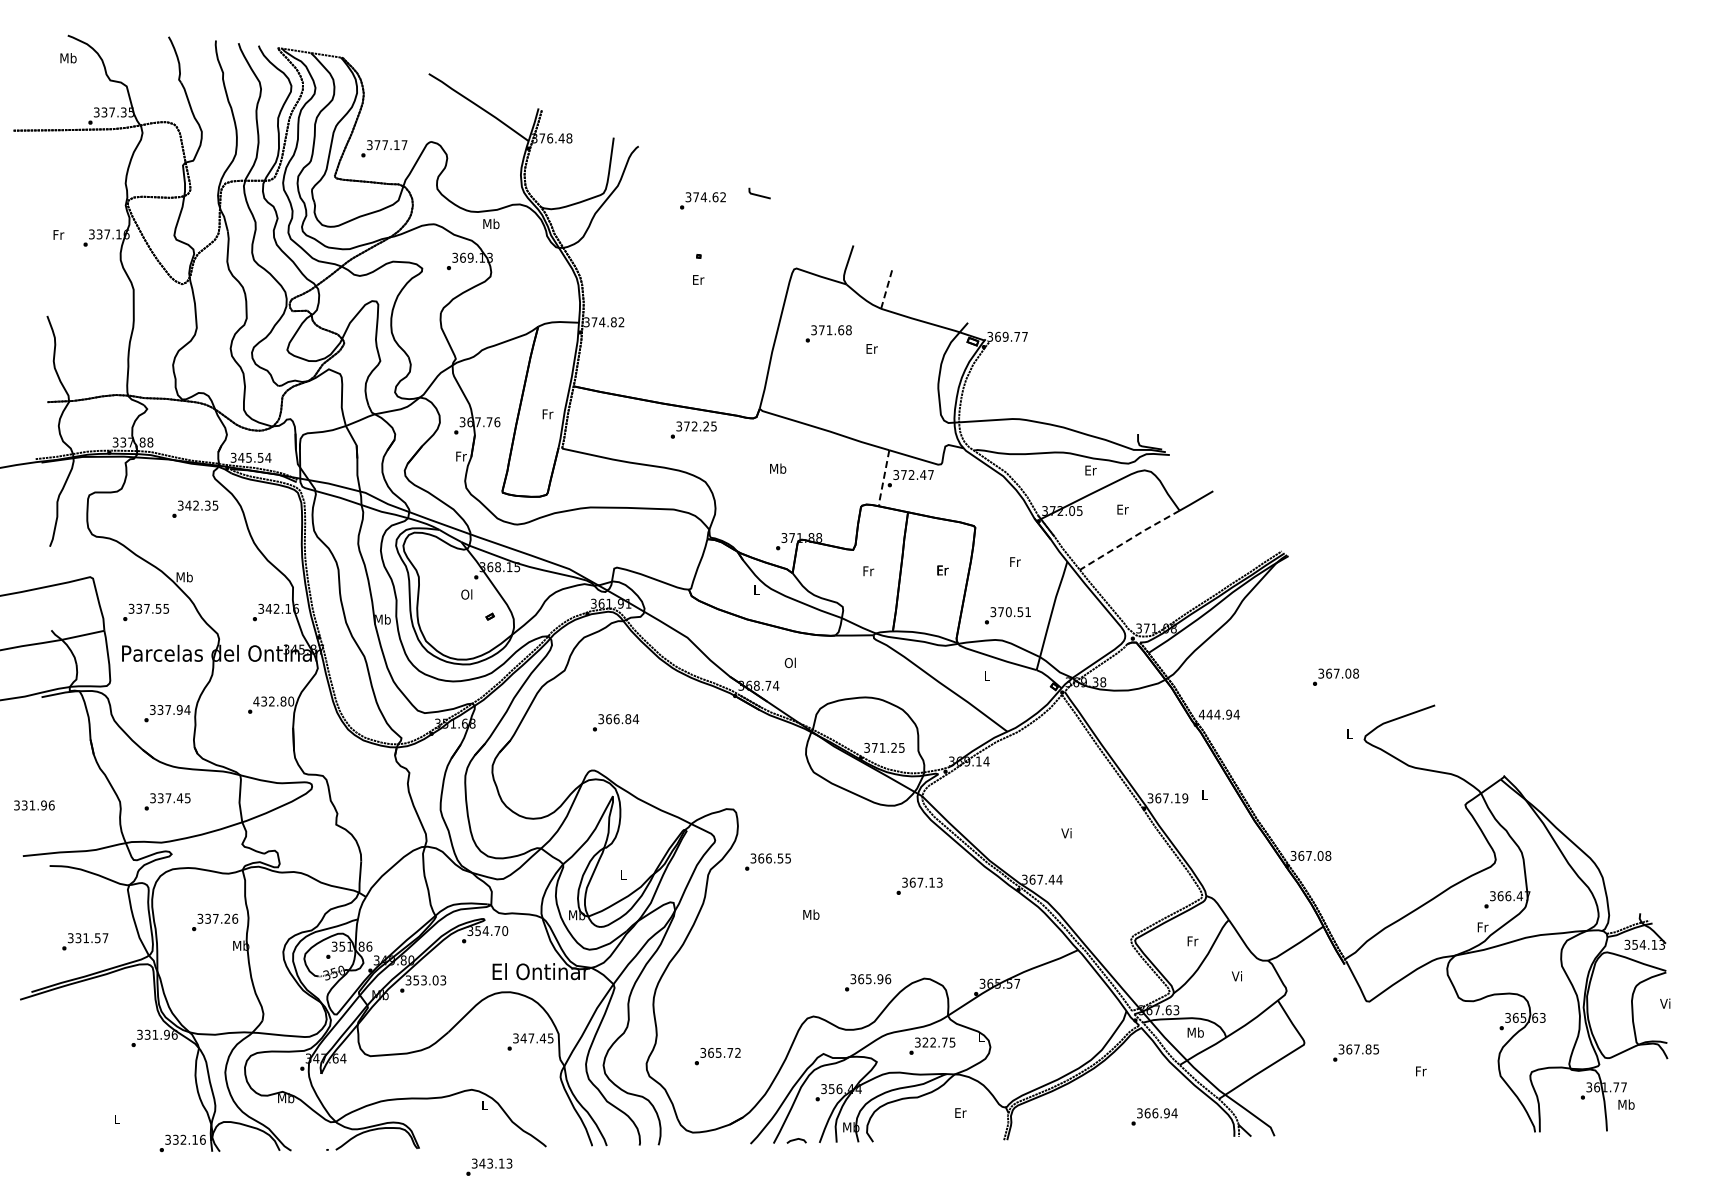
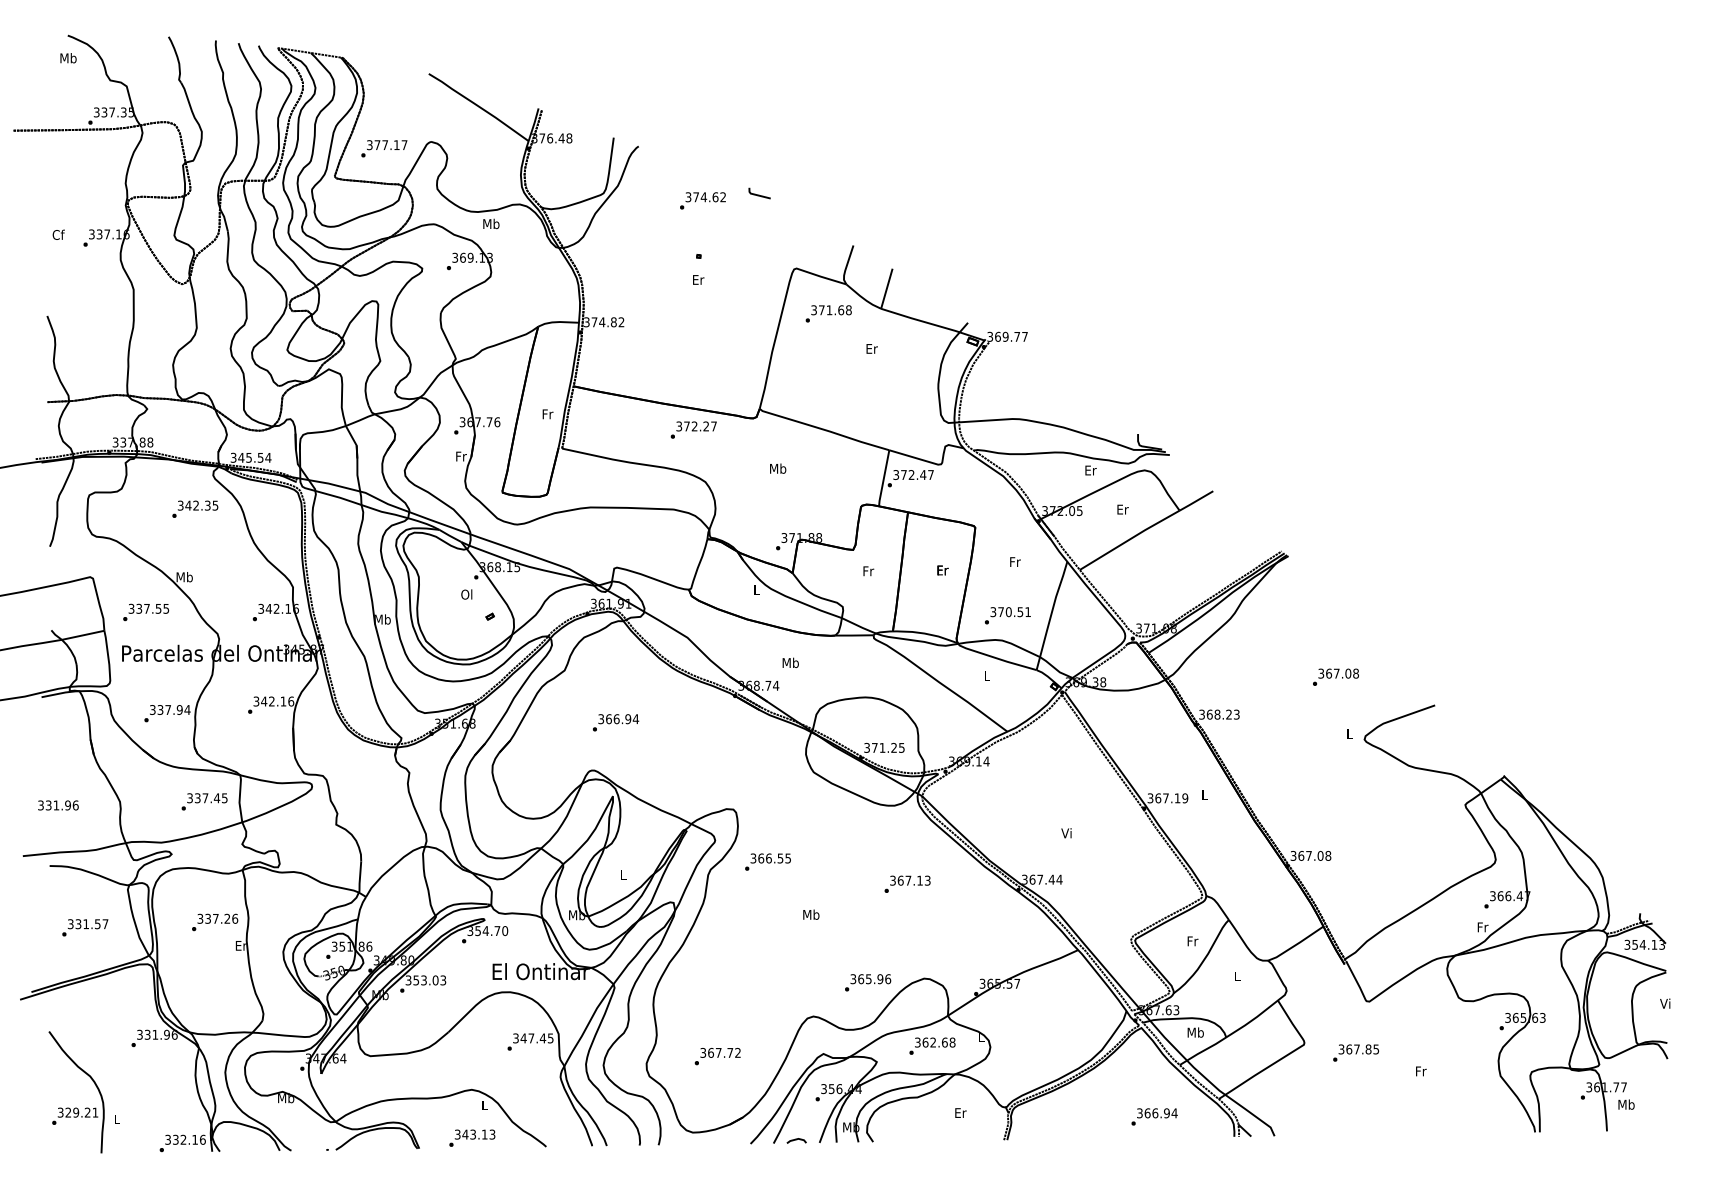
text at (58, 234): Fr -> Cf
line at (886, 288): dashed -> solid
text at (828, 333) position: (828, 333) -> (828, 313)
text at (713, 426): 372.25 -> 372.27
line at (883, 479): dashed -> solid
line at (1129, 539): dashed -> solid
text at (790, 662): Ol -> Mb
text at (273, 701): 432.80 -> 342.16
text at (1218, 714): 444.94 -> 368.23
text at (628, 719): 366.84 -> 366.94
text at (167, 801) position: (167, 801) -> (204, 801)
text at (34, 805) position: (34, 805) -> (58, 805)
text at (919, 885) position: (919, 885) -> (907, 883)
text at (85, 941) position: (85, 941) -> (85, 927)
text at (241, 945): Mb -> Er
text at (1236, 976): Vi -> L
text at (938, 1042): 322.75 -> 362.68
text at (718, 1052): 365.72 -> 367.72
part at (76, 1107): none -> present
text at (489, 1166) position: (489, 1166) -> (472, 1137)
